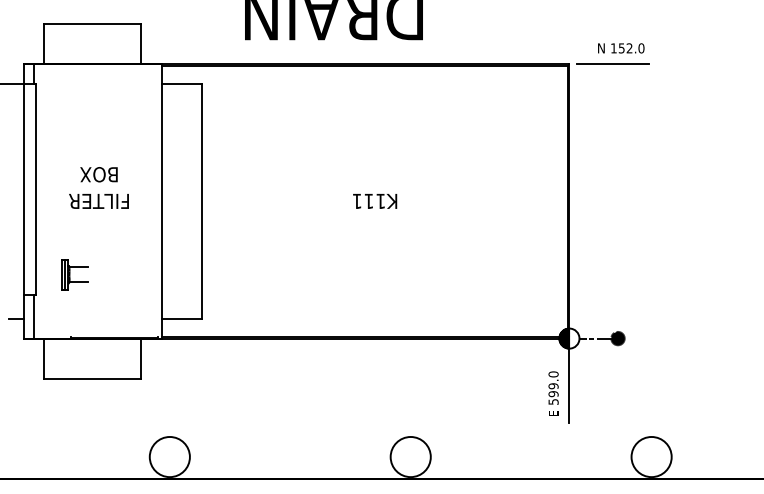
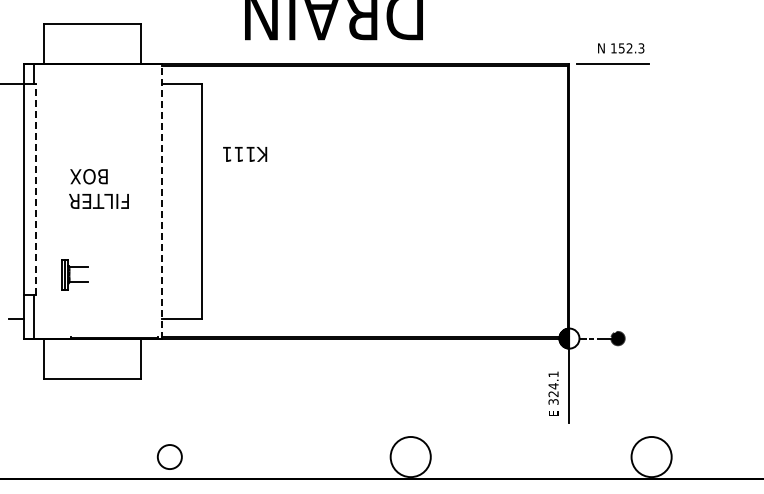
text at (641, 48): 152.0 -> 152.3
text at (98, 174) position: (98, 174) -> (88, 176)
line at (35, 188): solid -> dashed
line at (161, 200): solid -> dashed
text at (375, 201) position: (375, 201) -> (245, 154)
text at (553, 387): 599.0 -> 324.1
circle at (169, 456) diameter: 40 px -> 24 px
